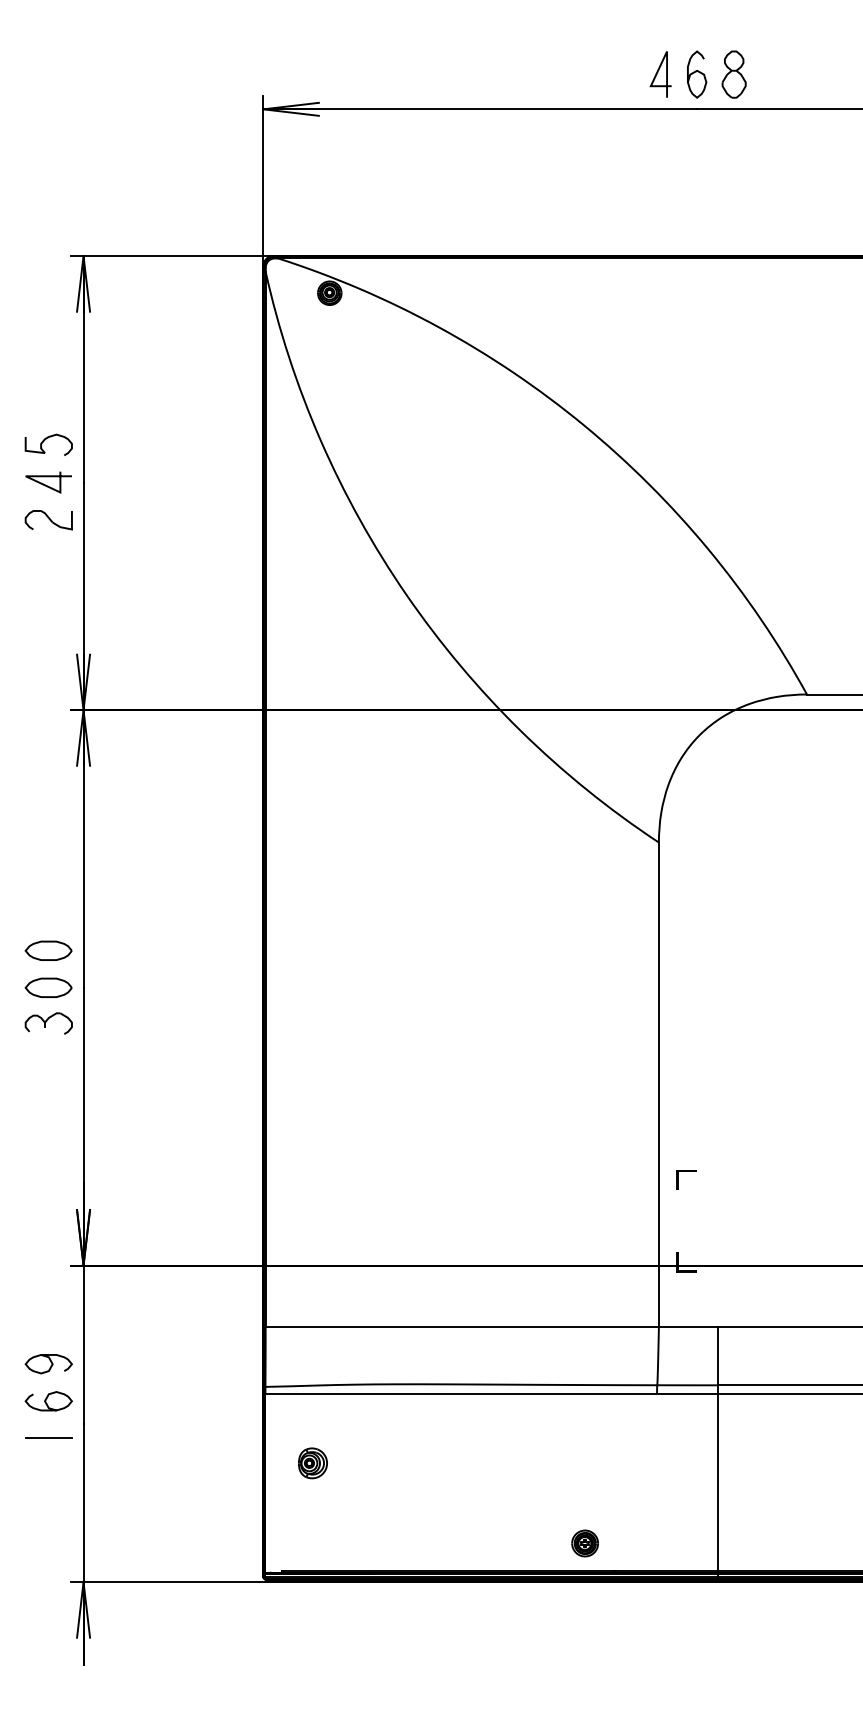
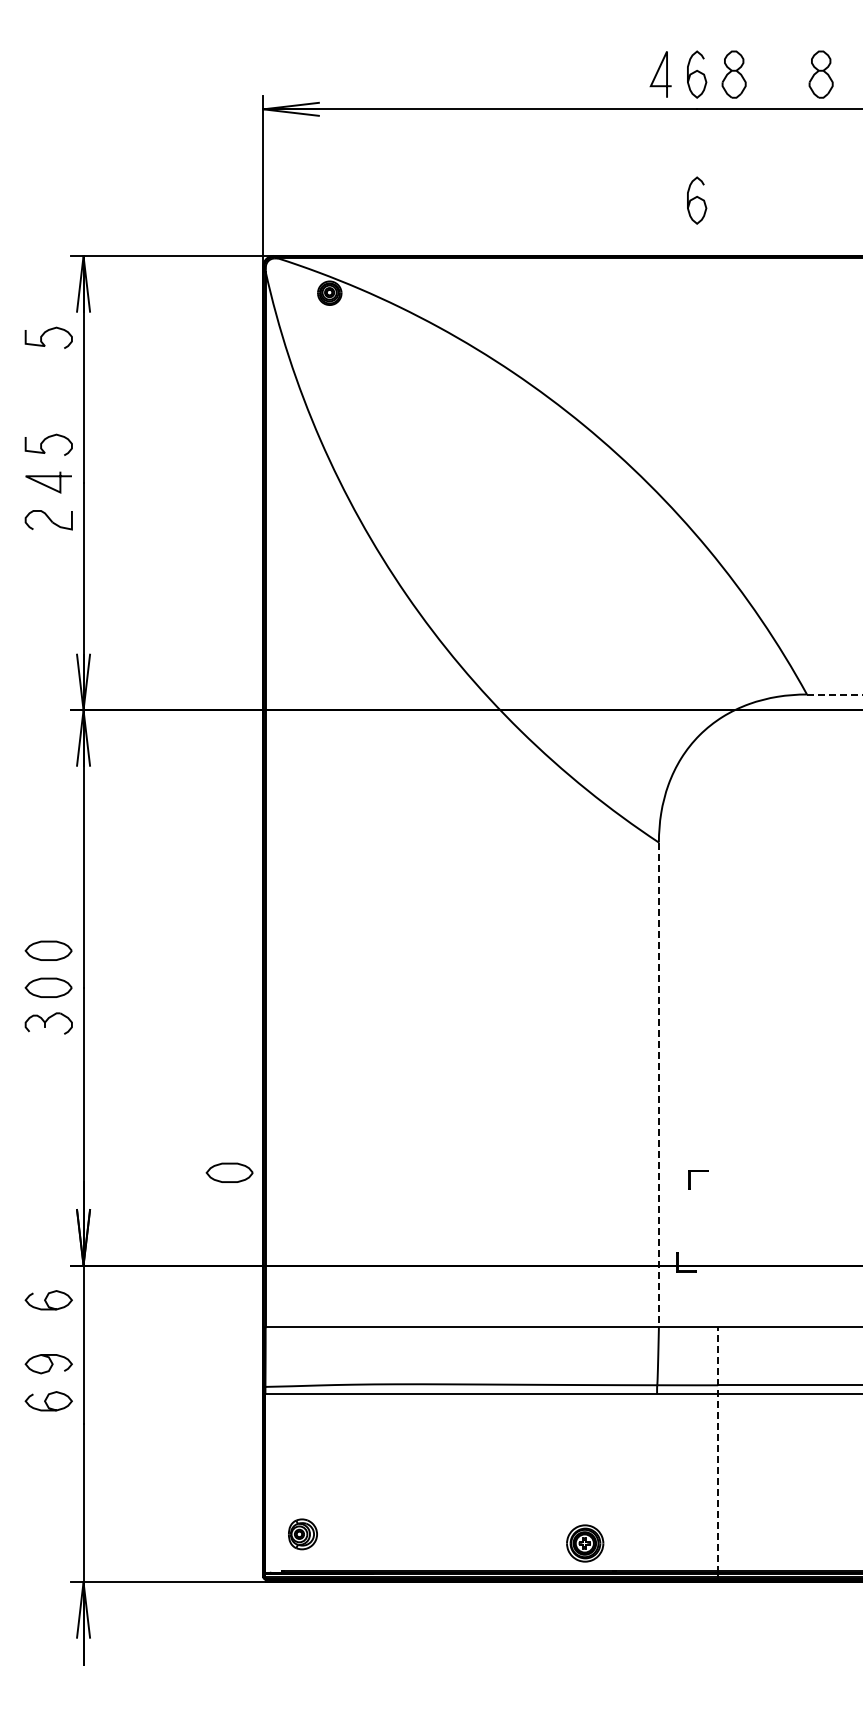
part at (820, 74): none -> present
curve at (696, 198): none -> present
curve at (45, 333): none -> present
line at (834, 694): solid -> dashed
line at (658, 1085): solid -> dashed
part at (686, 1171) position: (686, 1171) -> (698, 1171)
part at (229, 1172): none -> present
curve at (46, 1300): none -> present
line at (48, 1438): present -> none
line at (718, 1449): solid -> dashed
part at (312, 1463) position: (312, 1463) -> (302, 1534)
part at (584, 1543) size: 28x29 px -> 39x39 px
